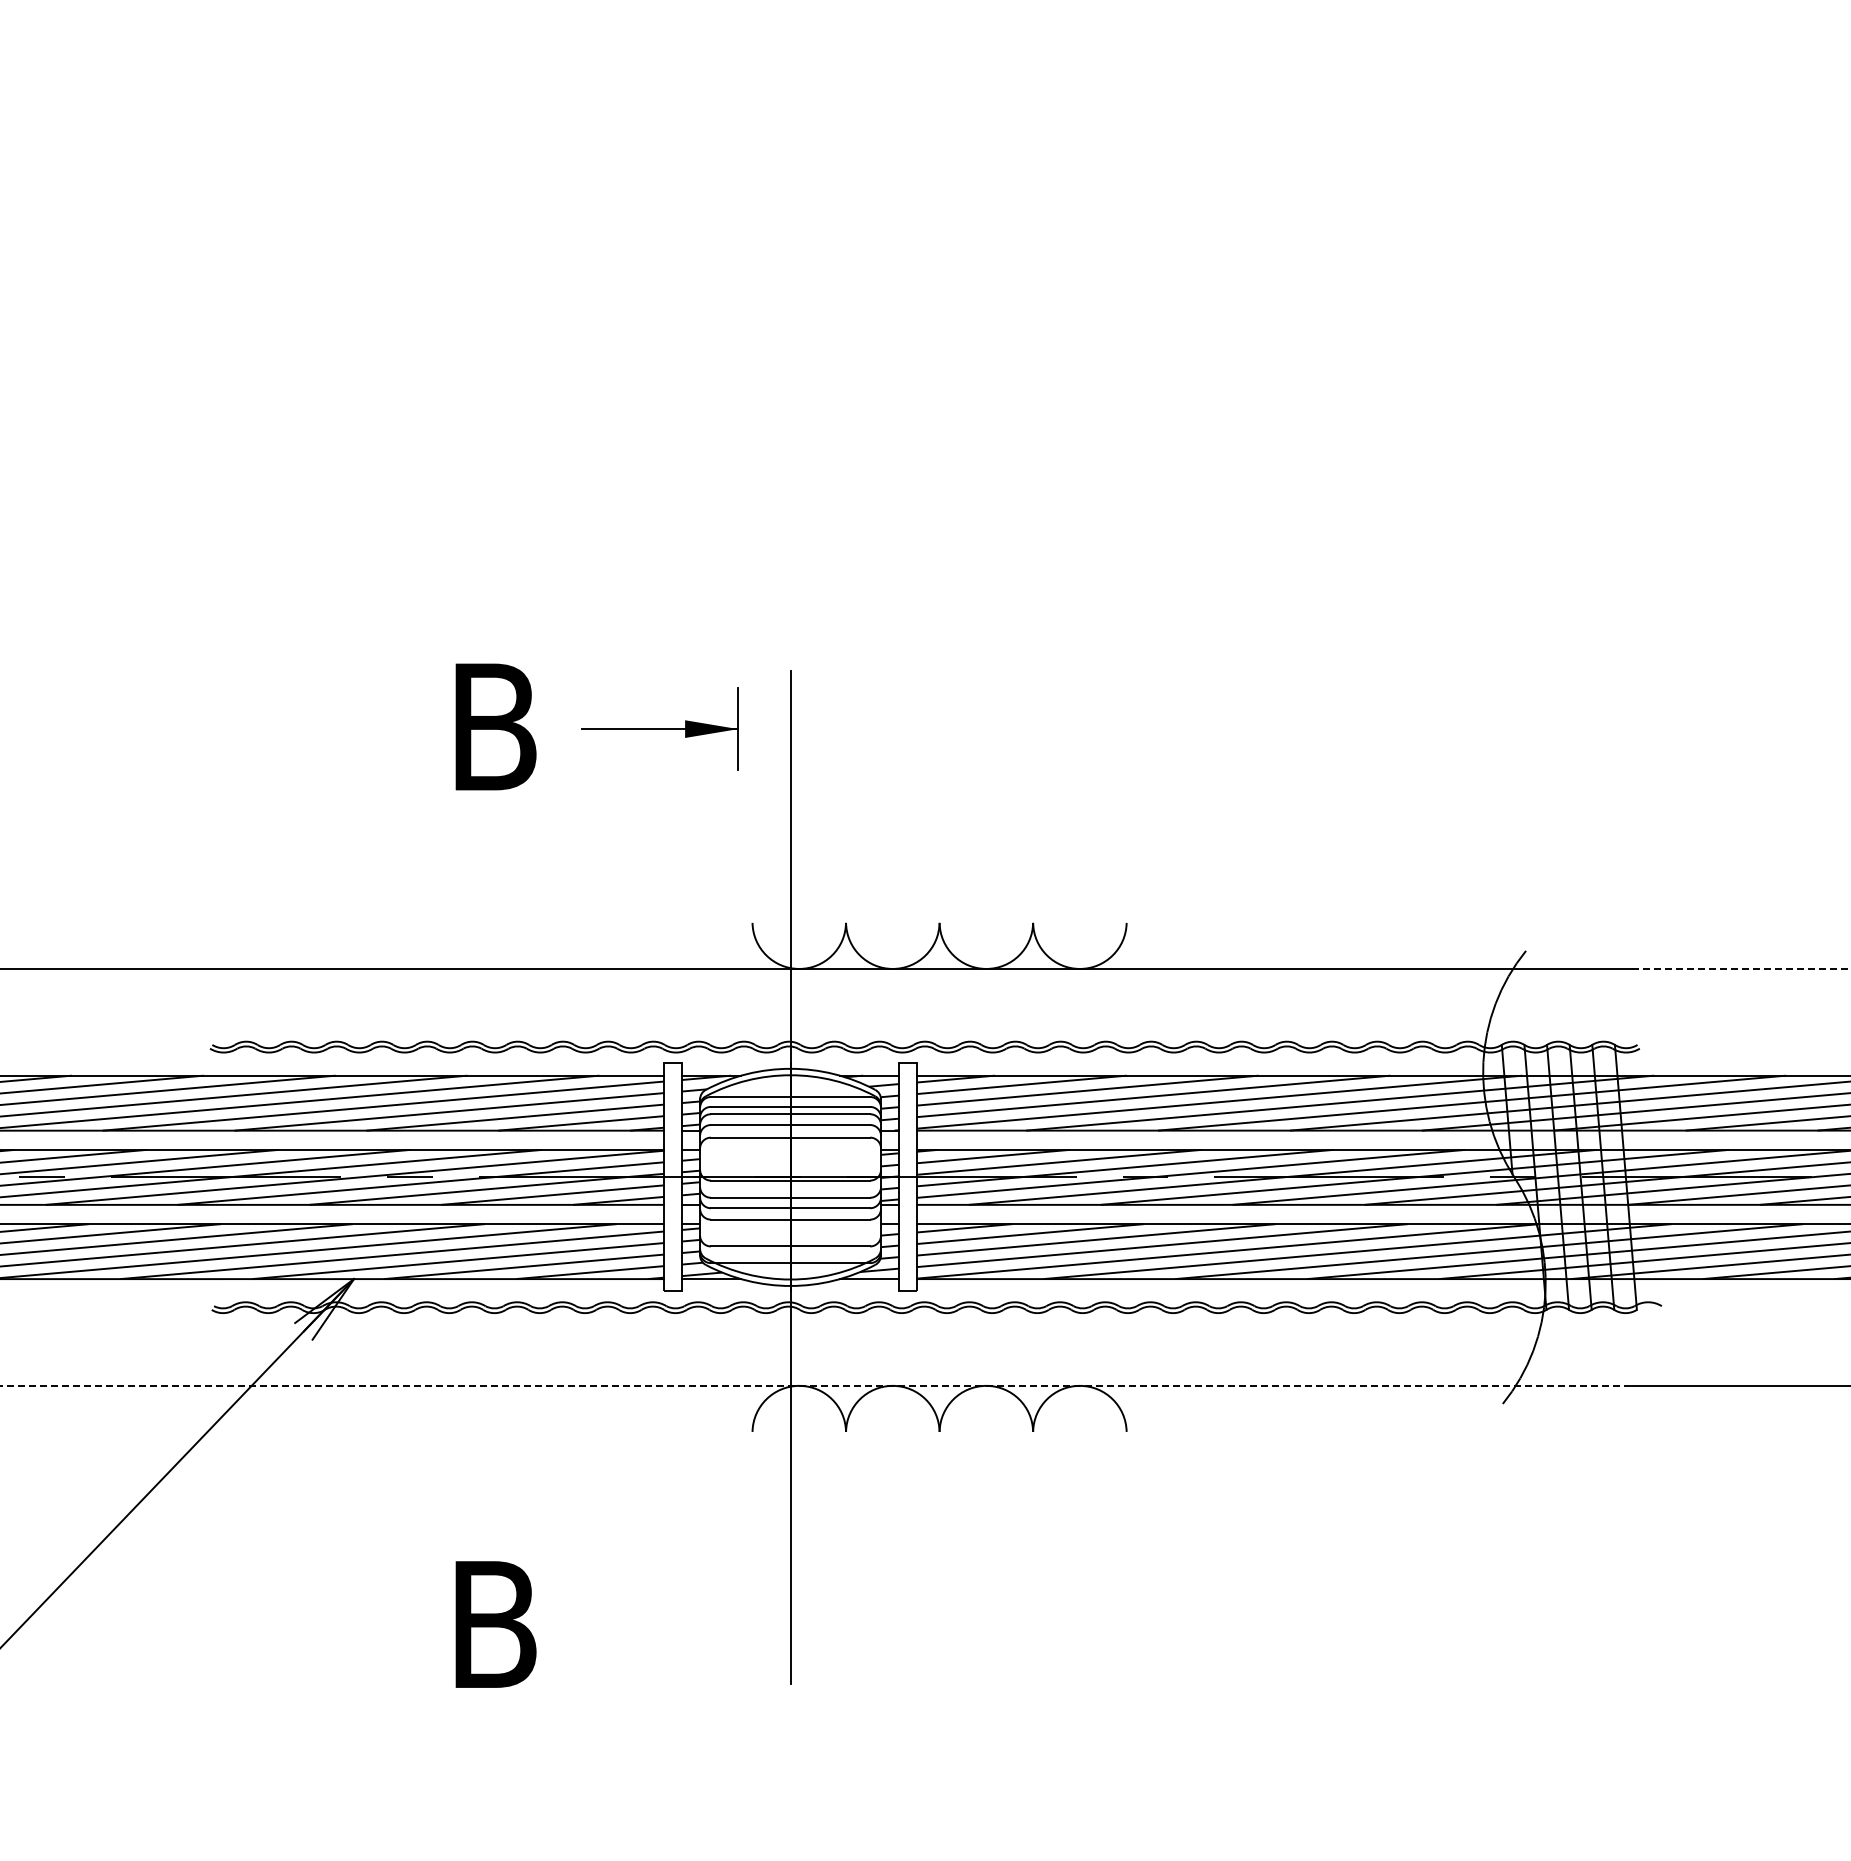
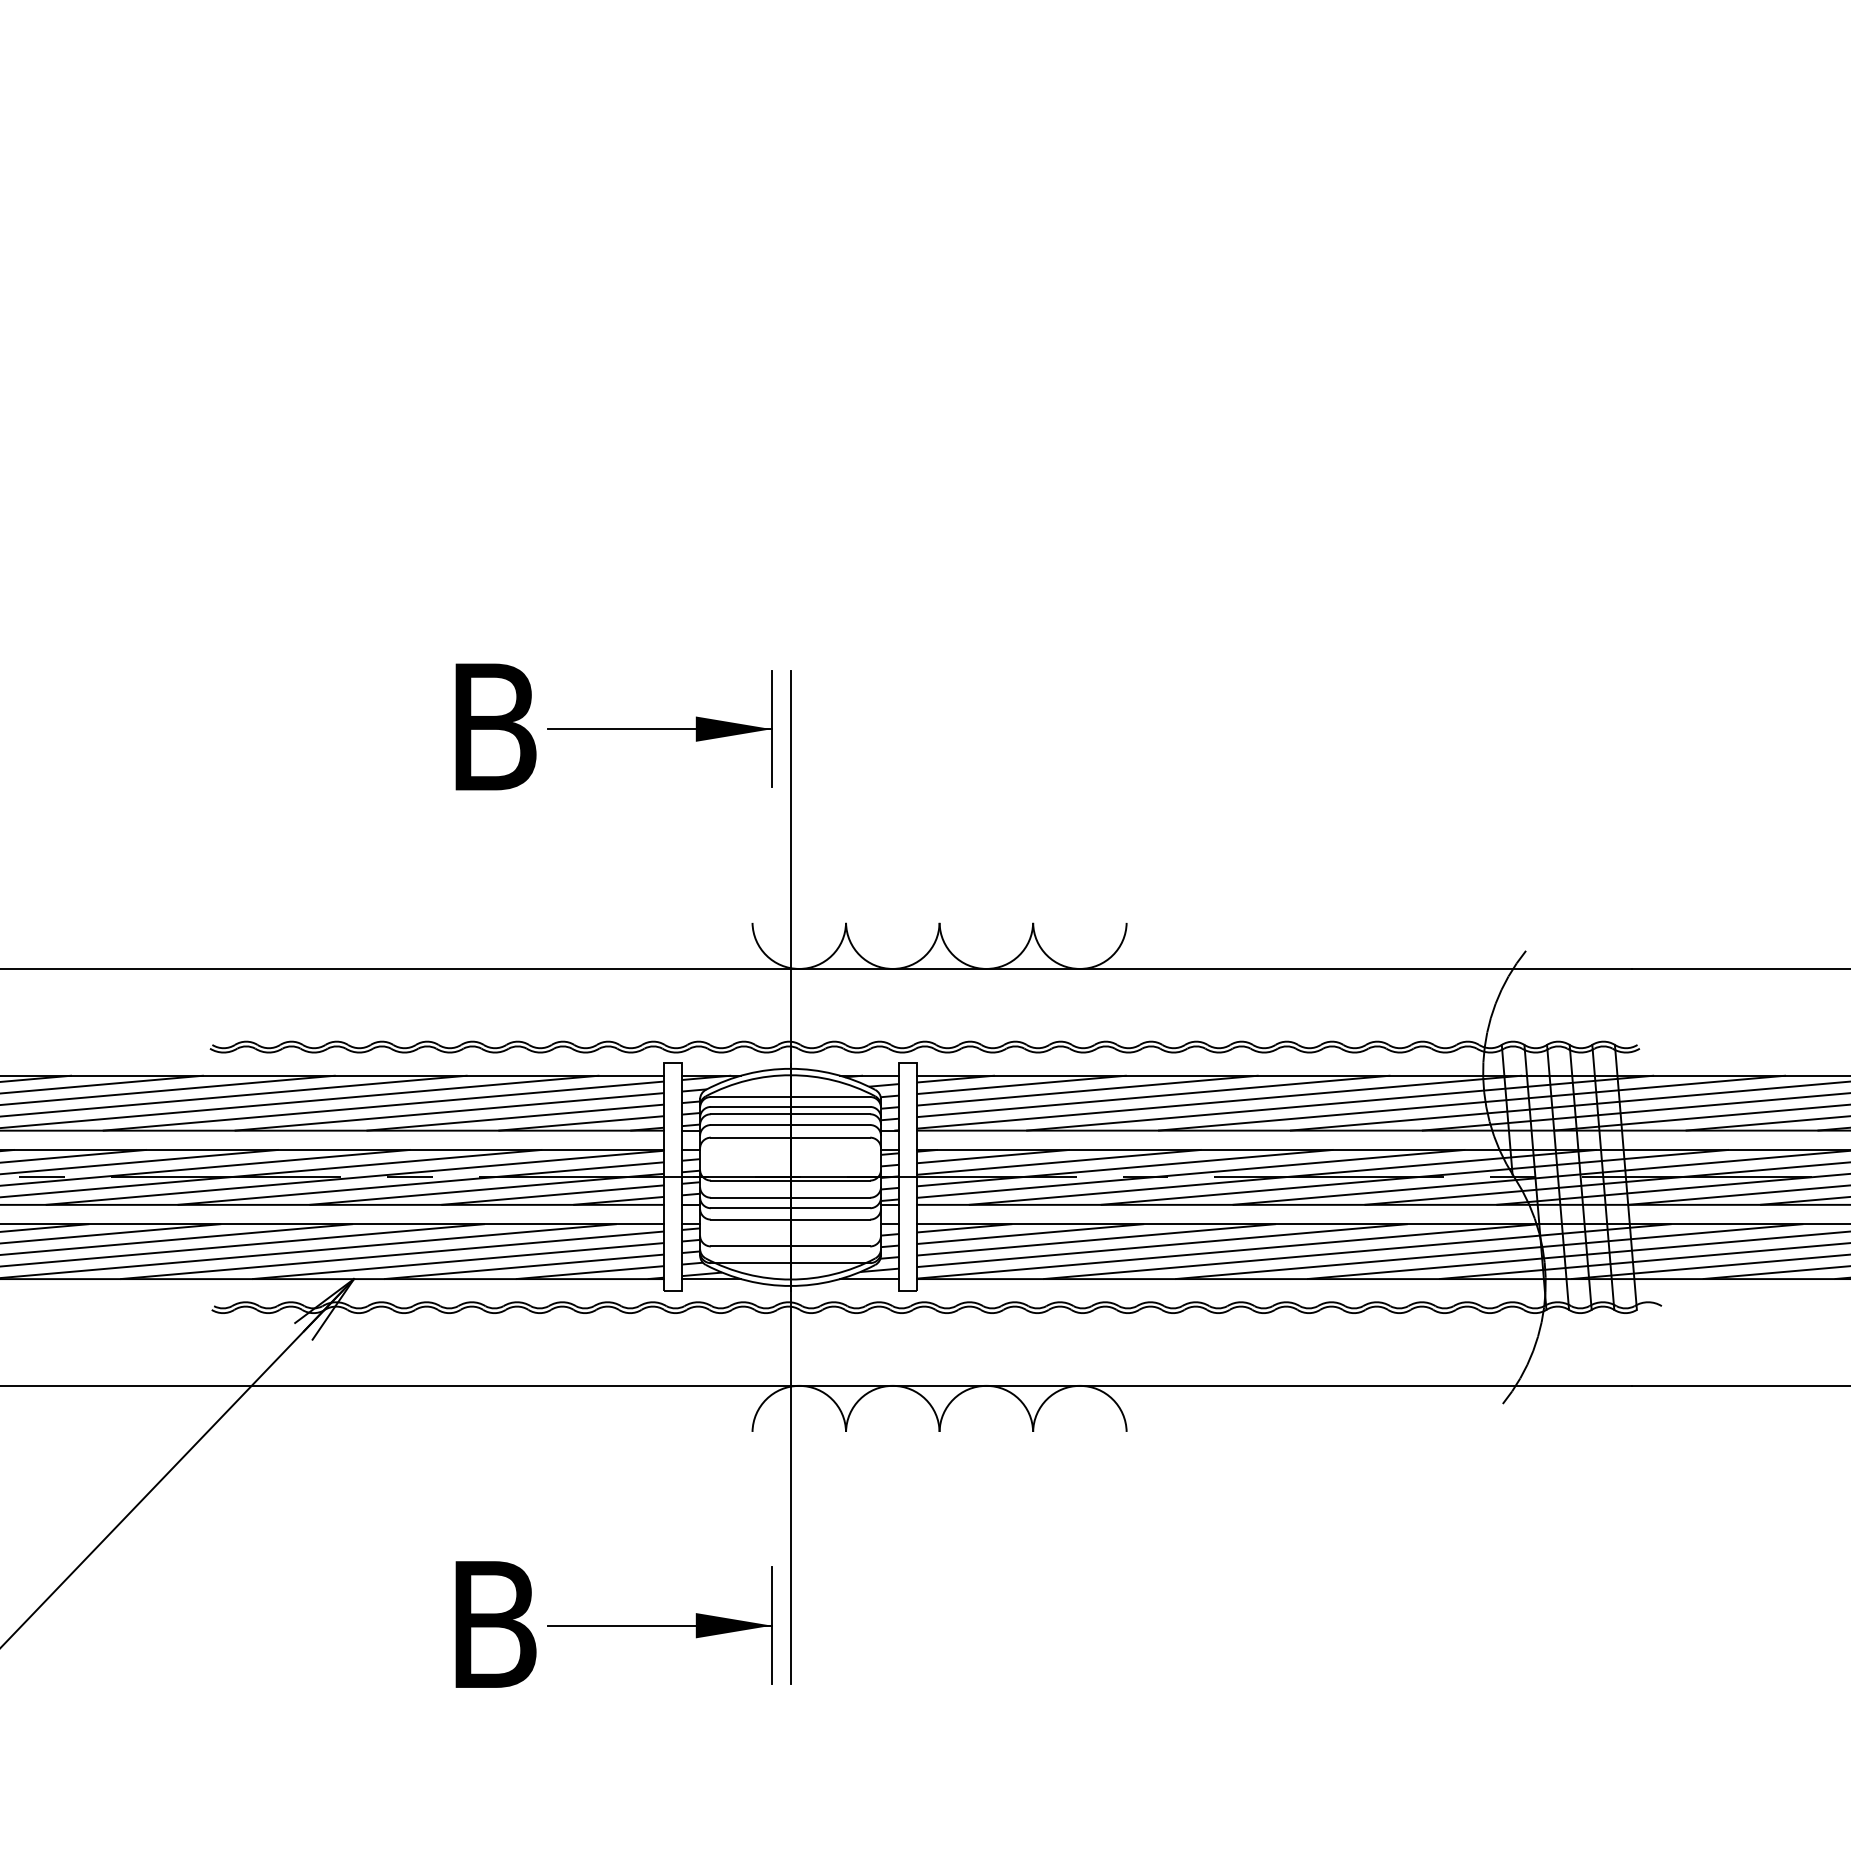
part at (659, 728) size: 158x84 px -> 226x118 px
line at (1741, 969): dashed -> solid
line at (816, 1385): dashed -> solid
part at (659, 1625): none -> present
